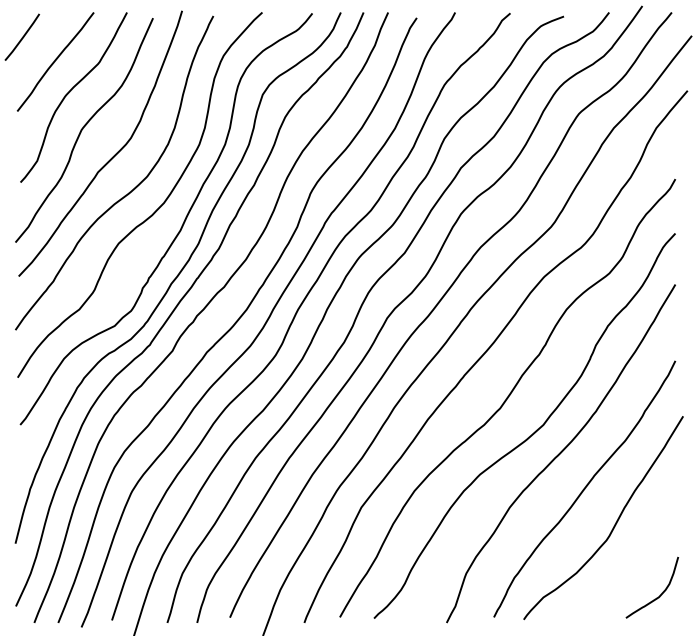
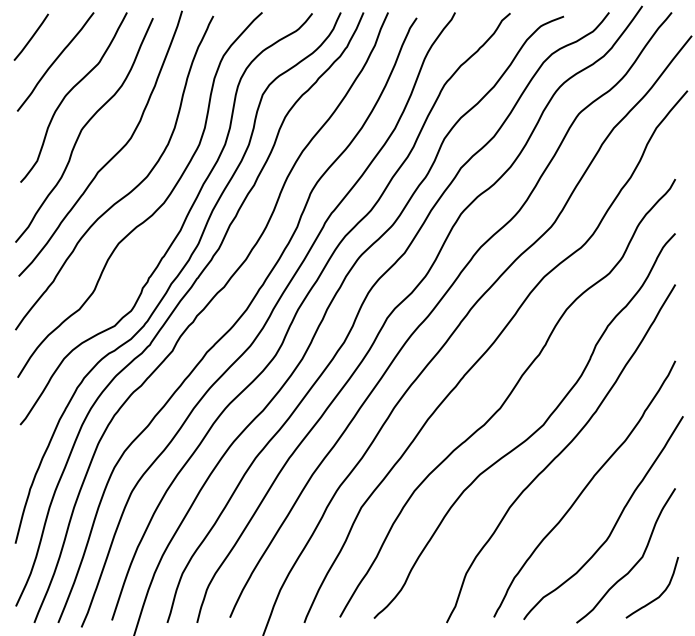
line at (22, 36) position: (22, 36) -> (31, 36)
curve at (634, 564): none -> present
